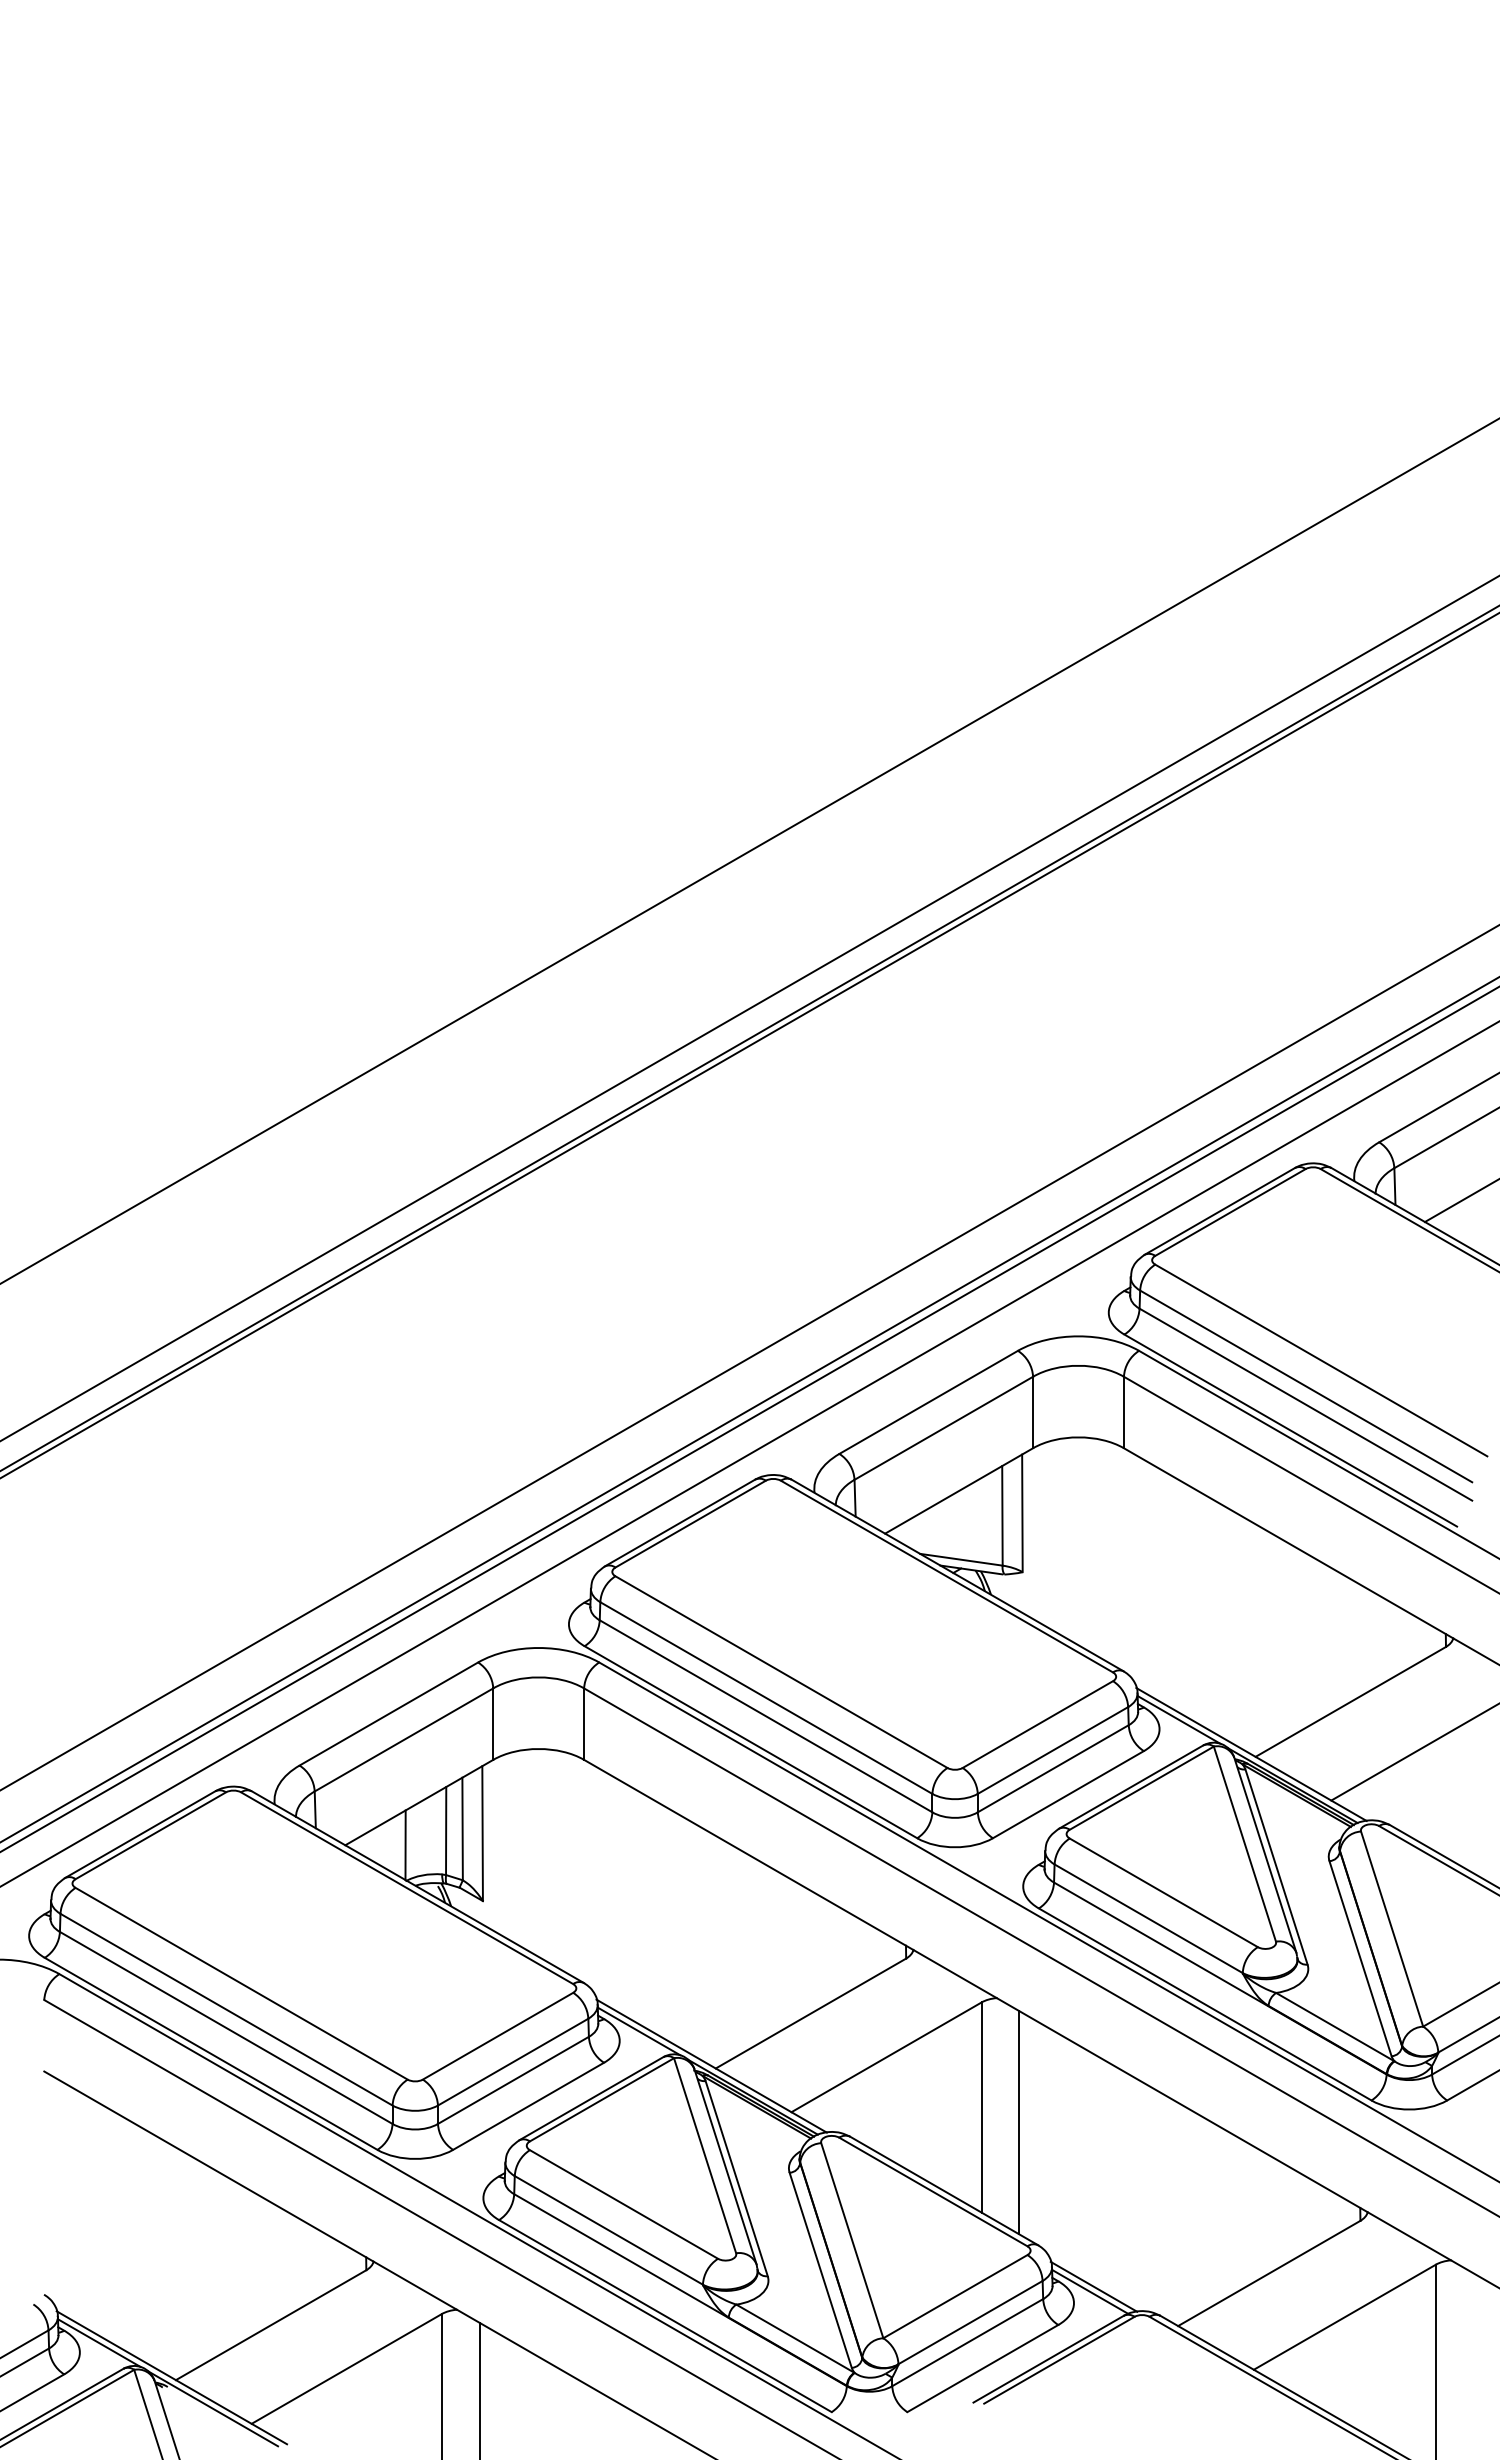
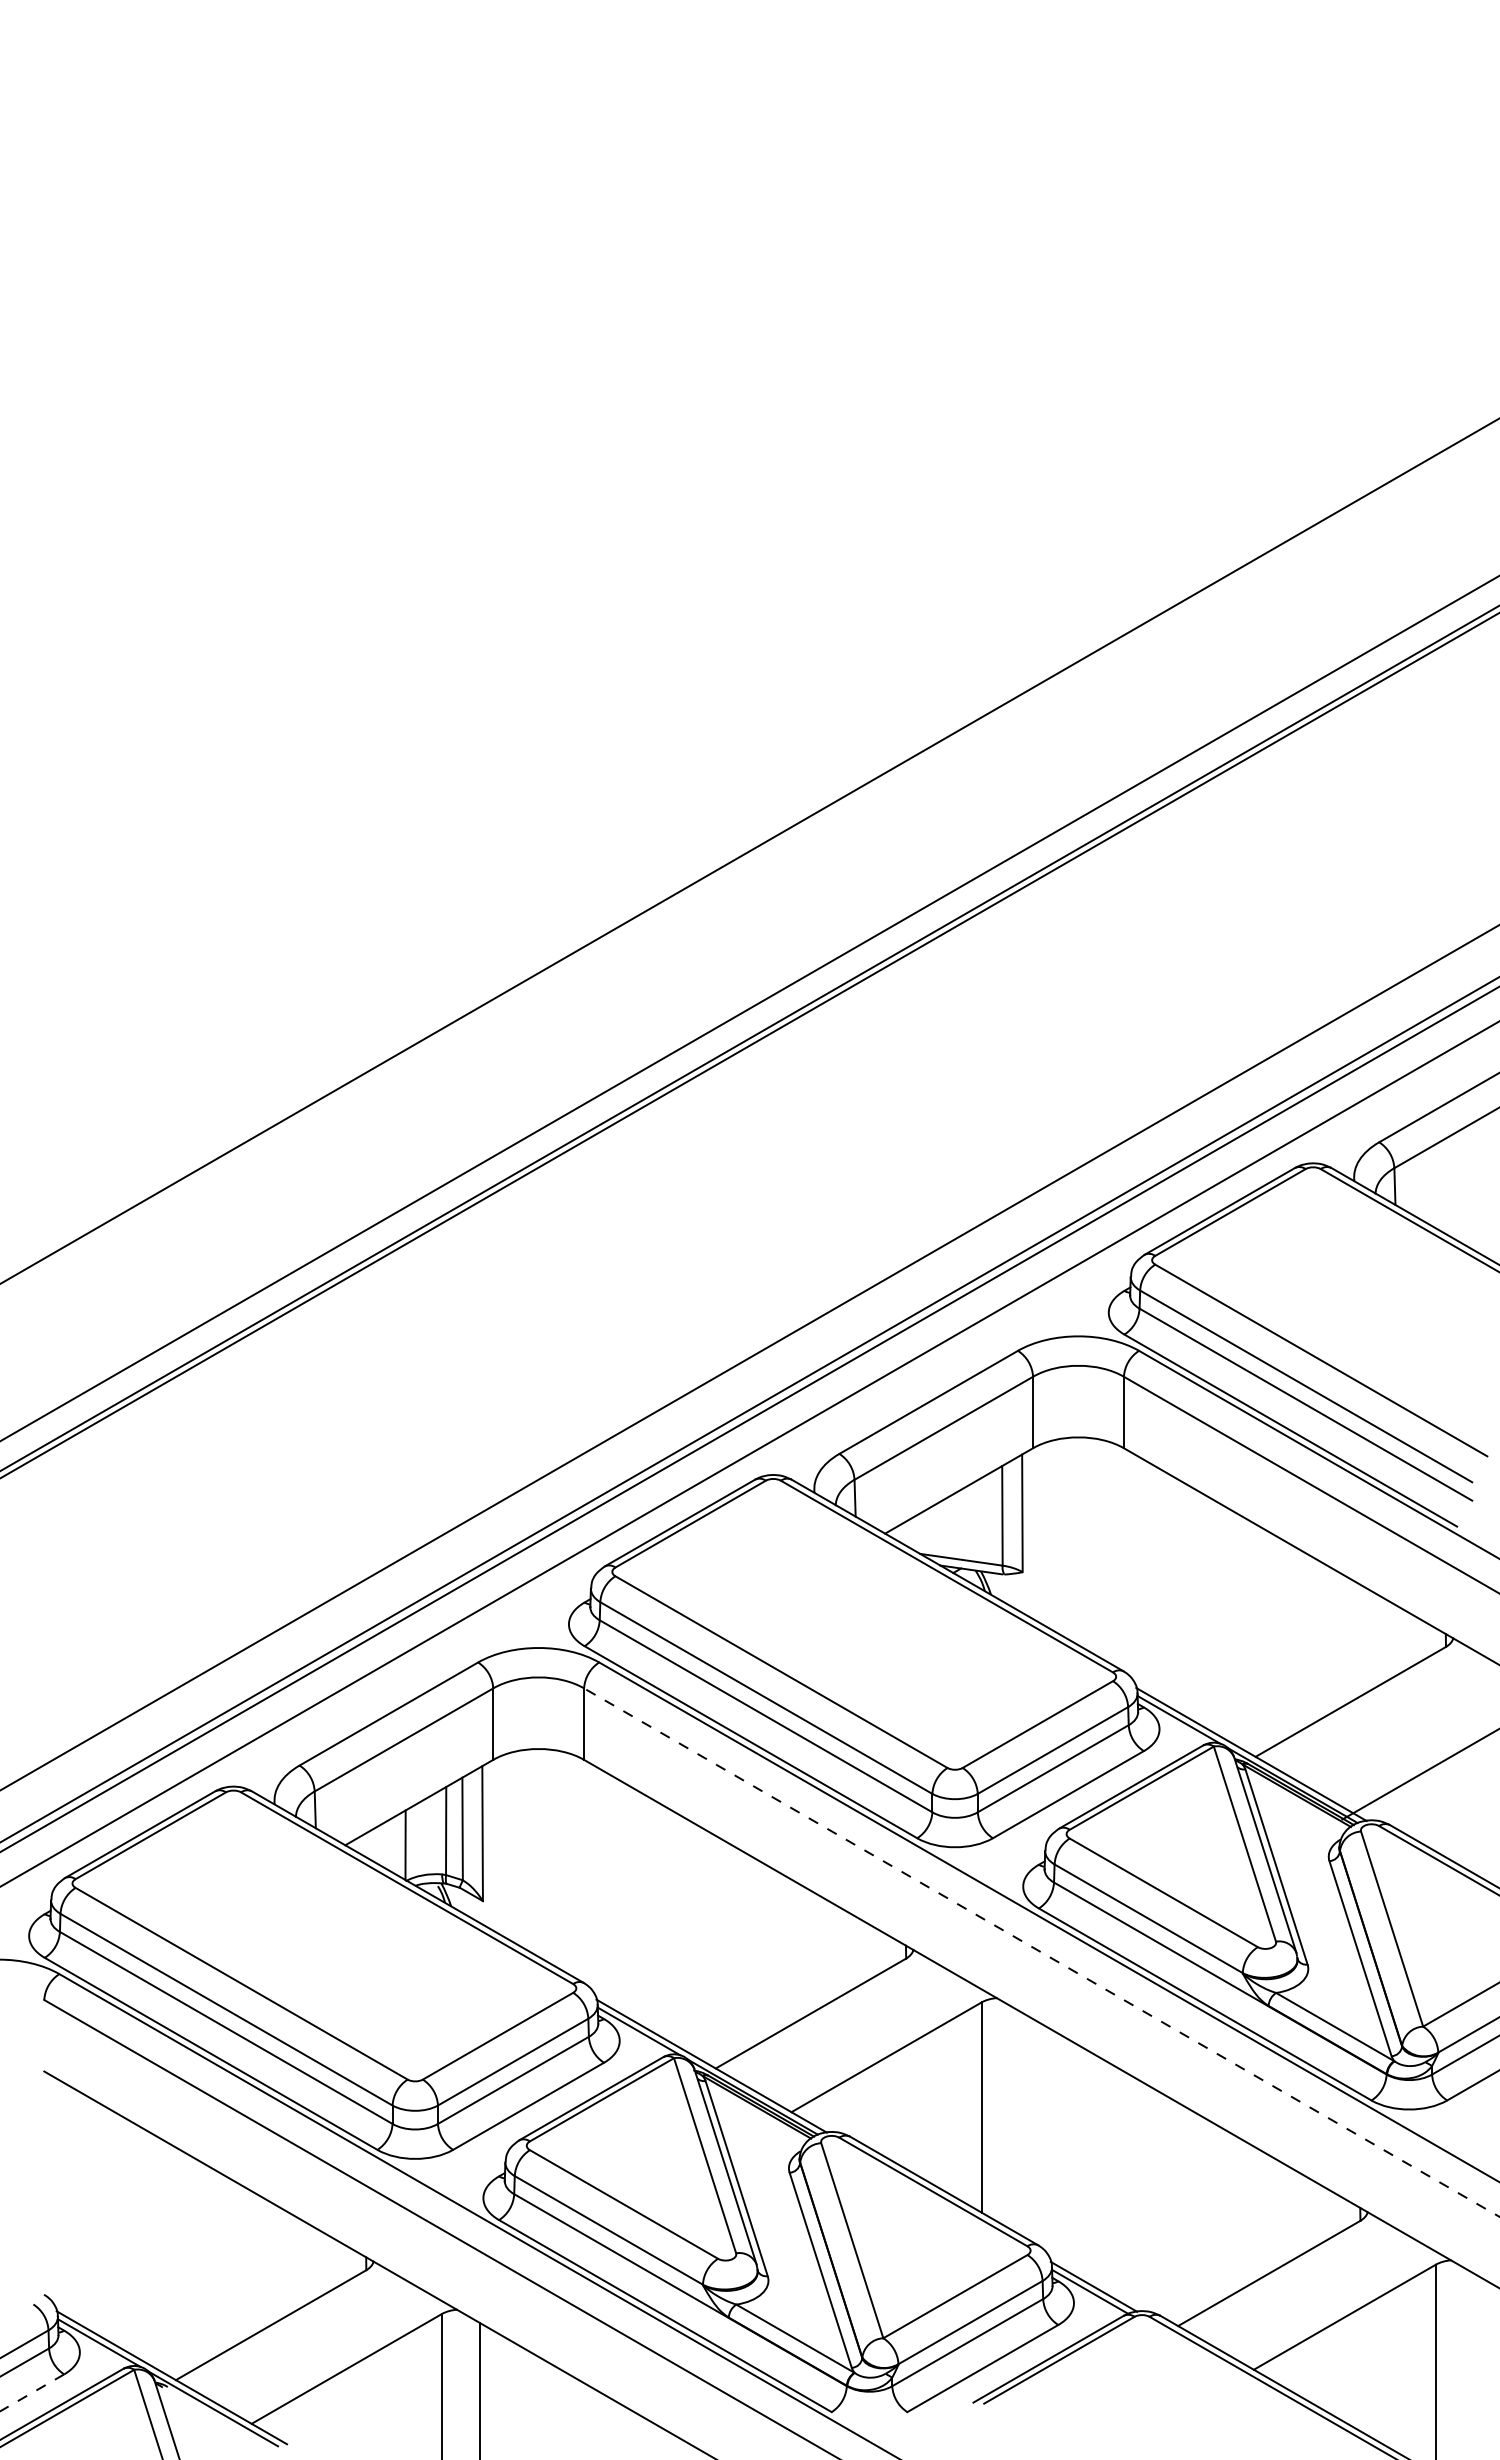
line at (1460, 1201): present -> none
line at (1413, 1752) position: (1413, 1752) -> (1419, 1774)
line at (1041, 1952): solid -> dashed
line at (1019, 2122): present -> none
line at (32, 2392): solid -> dashed
